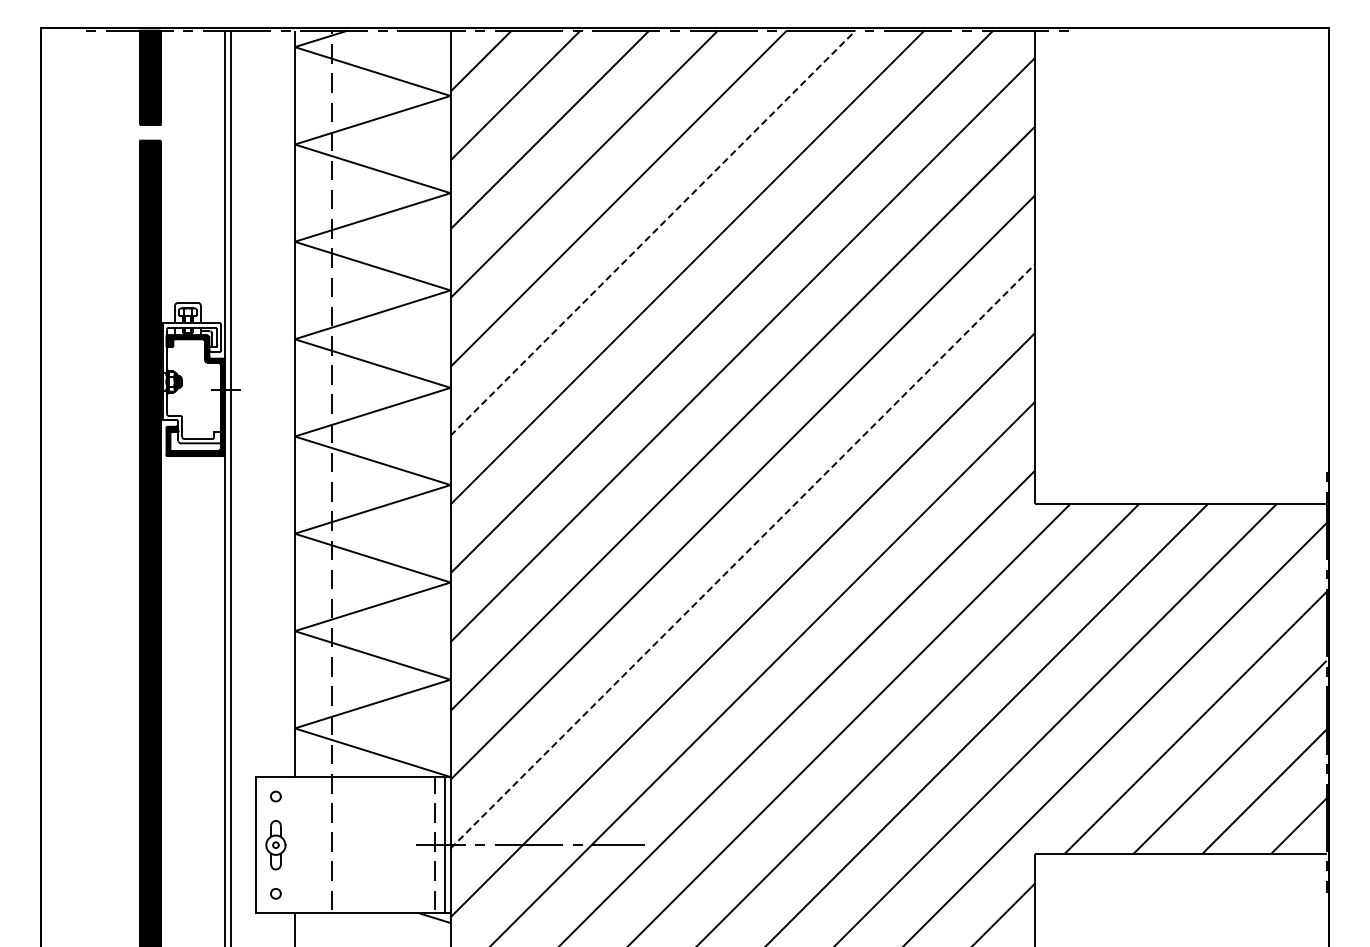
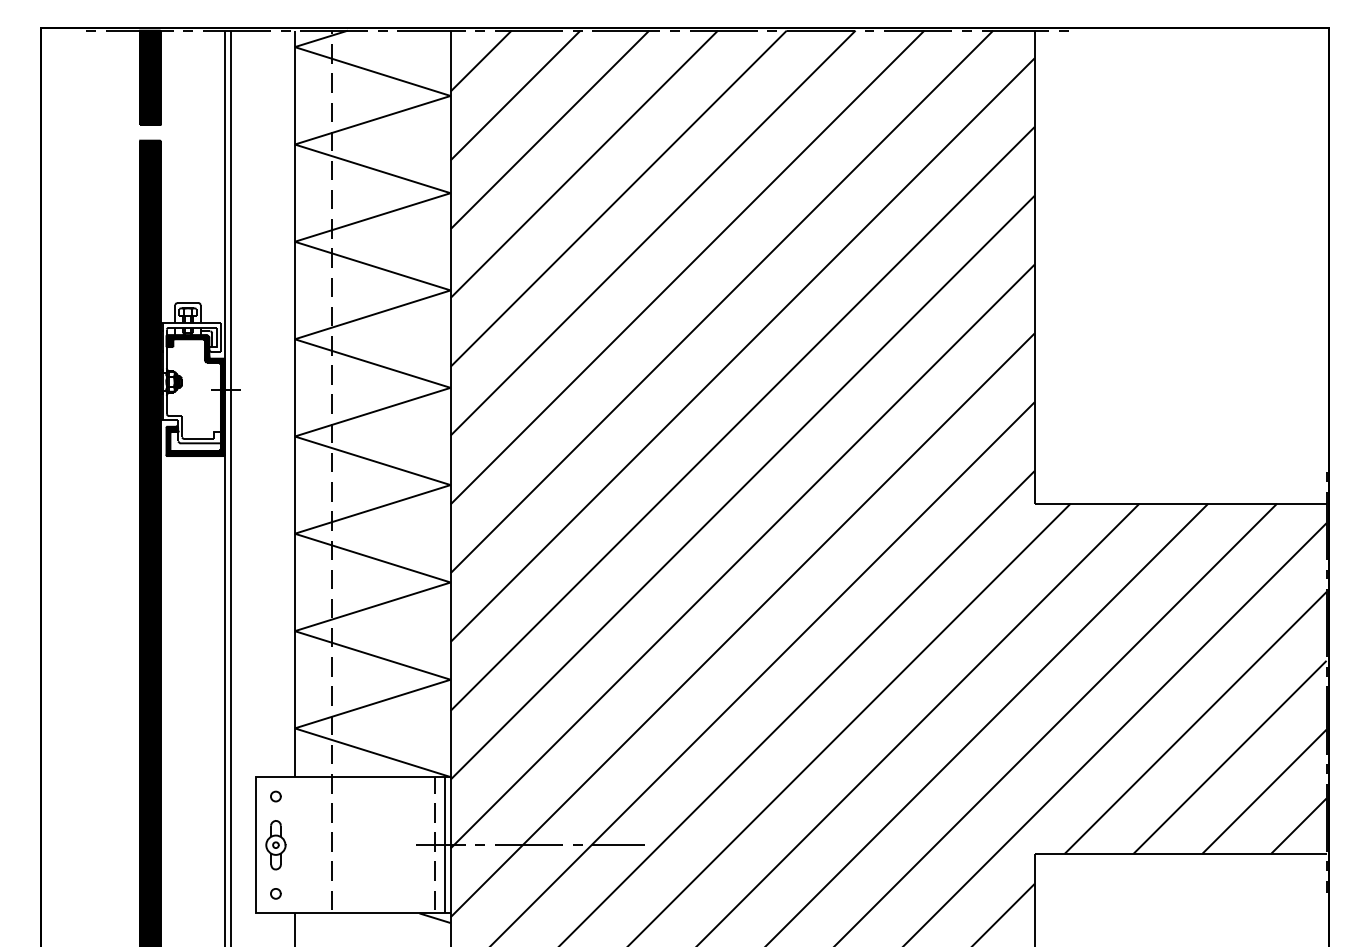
line at (653, 232): dashed -> solid
line at (742, 556): dashed -> solid
